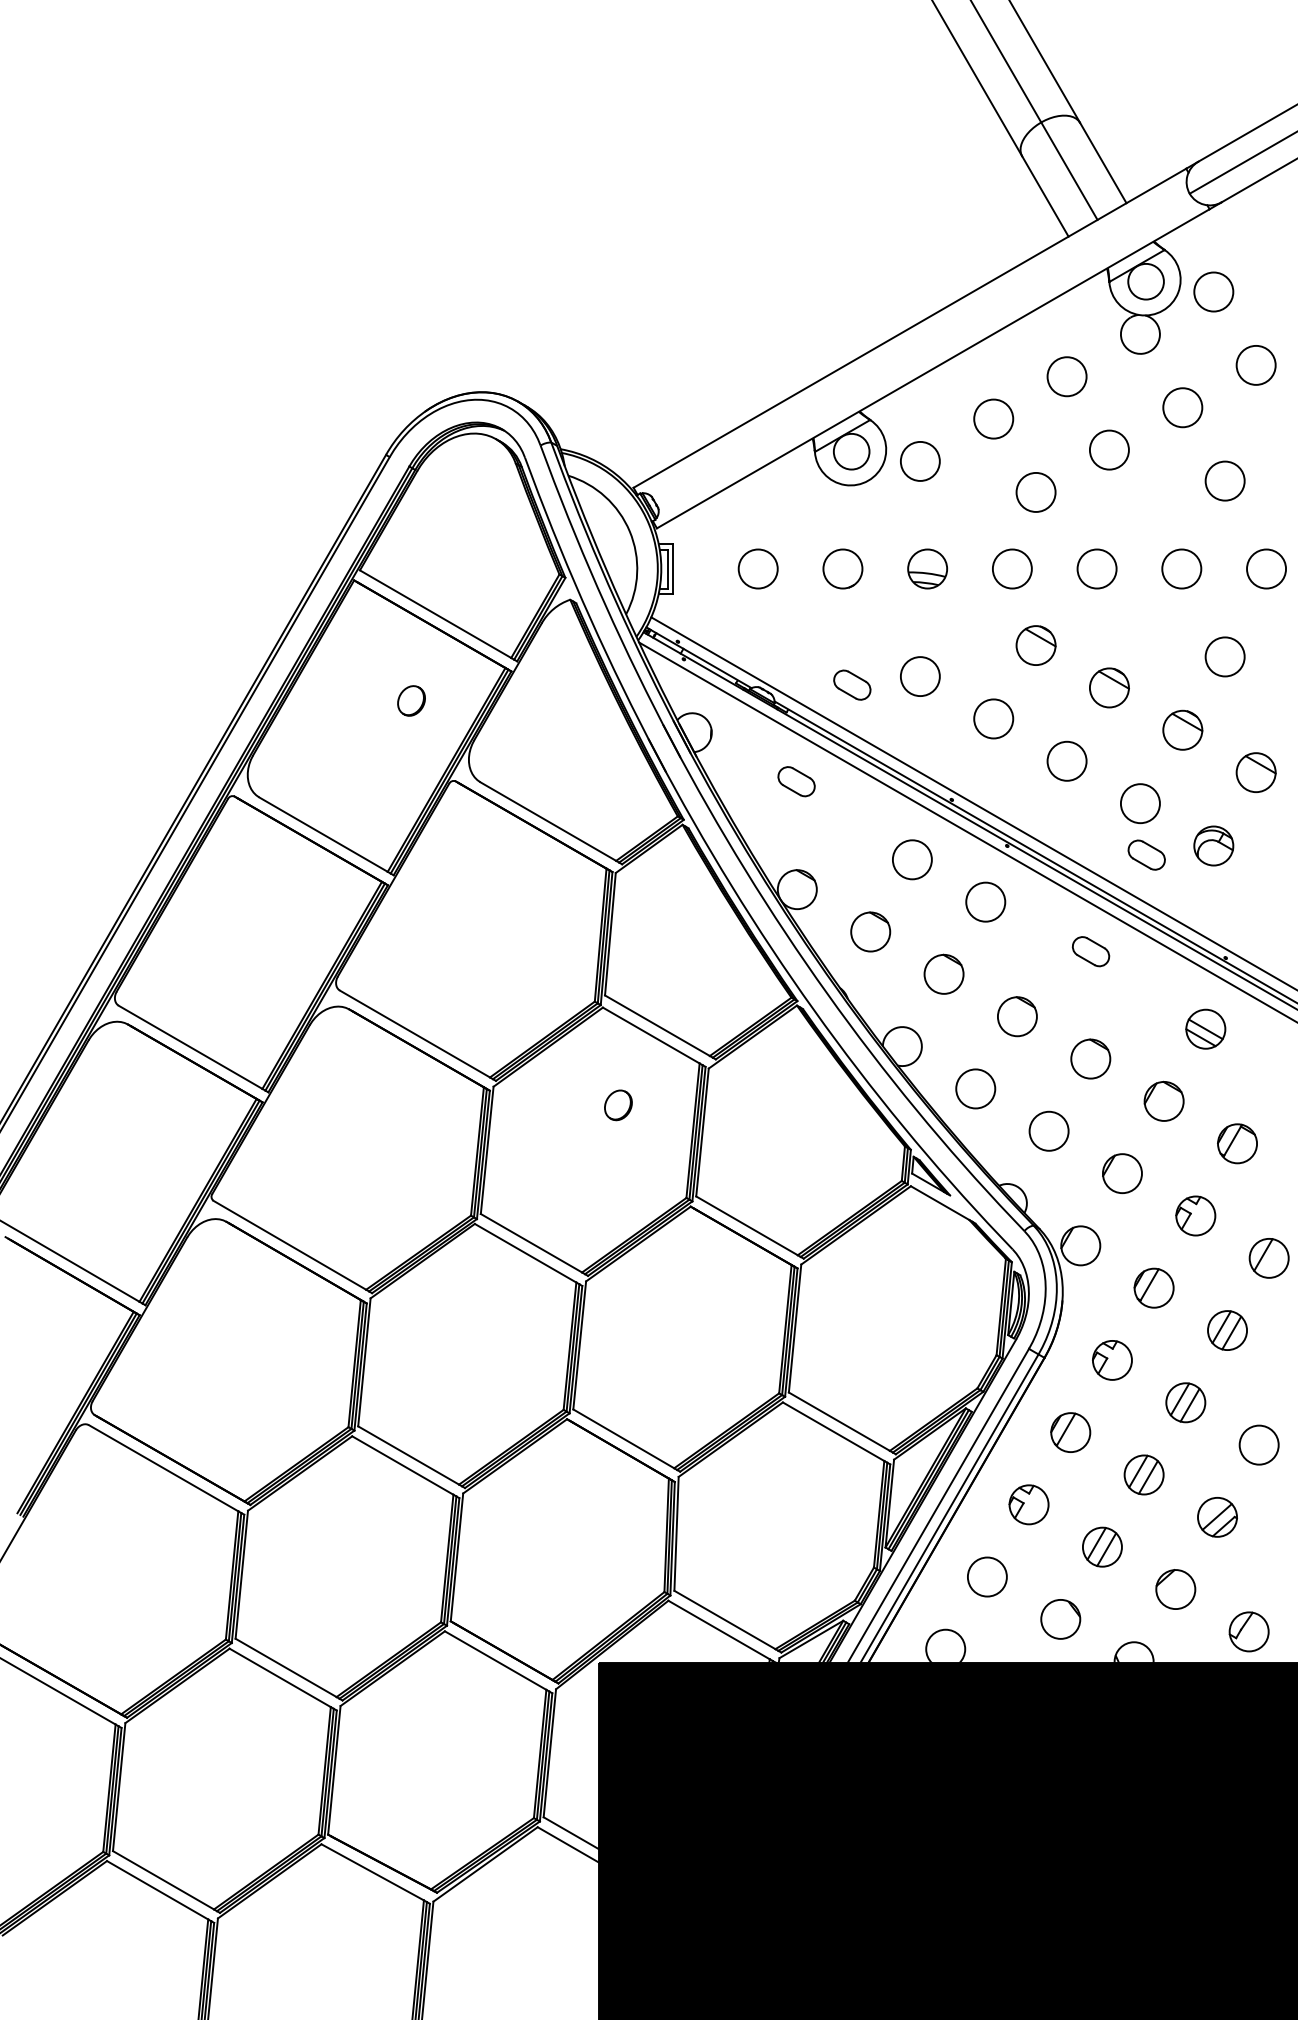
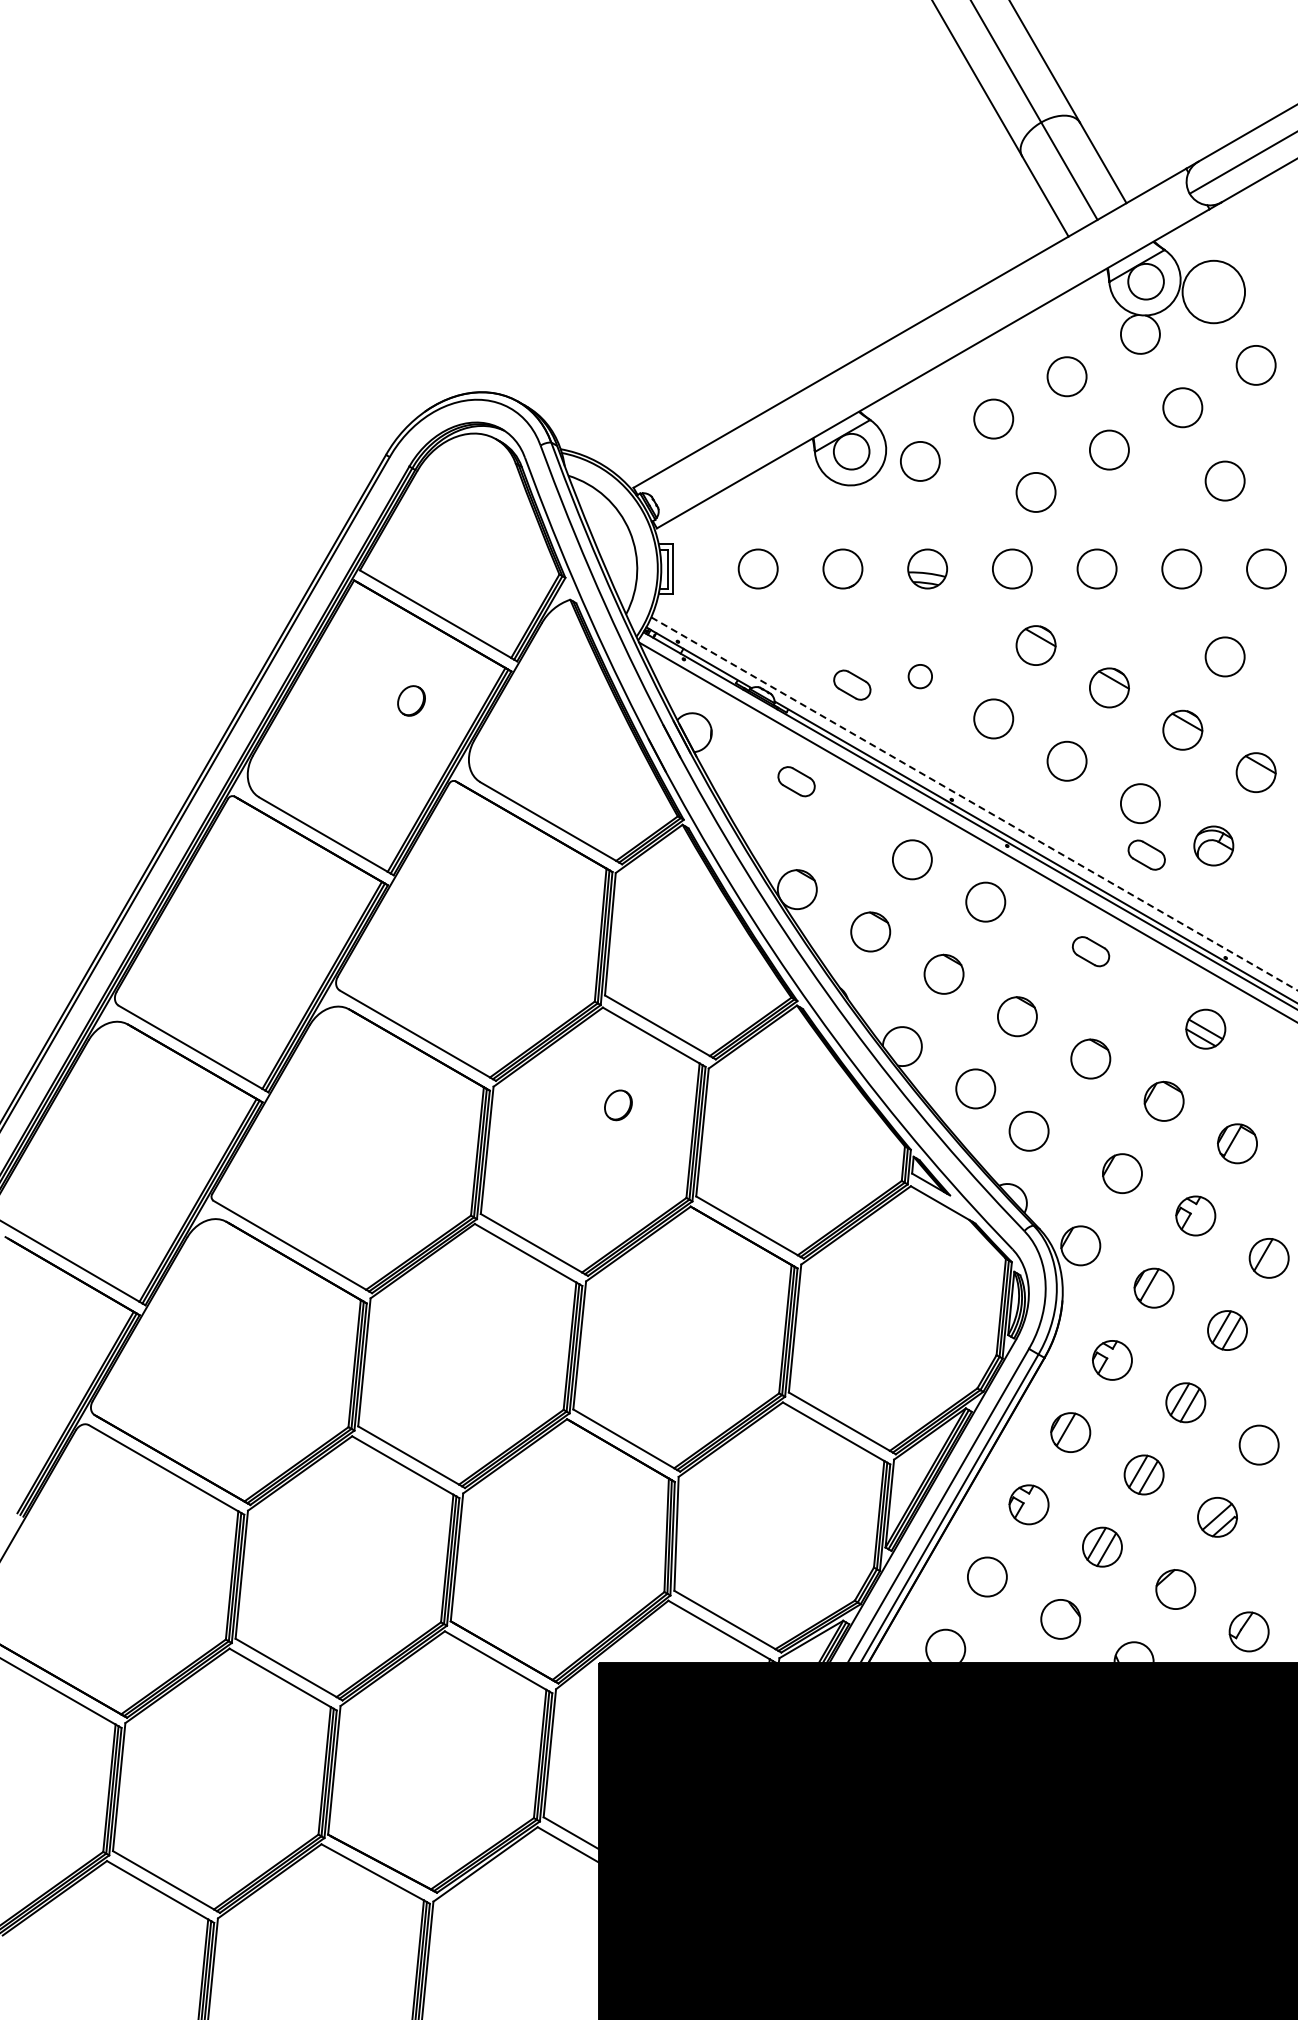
circle at (1213, 291) diameter: 39 px -> 62 px
circle at (919, 676) diameter: 39 px -> 23 px
line at (974, 803): solid -> dashed
circle at (1048, 1130) position: (1048, 1130) -> (1028, 1130)
